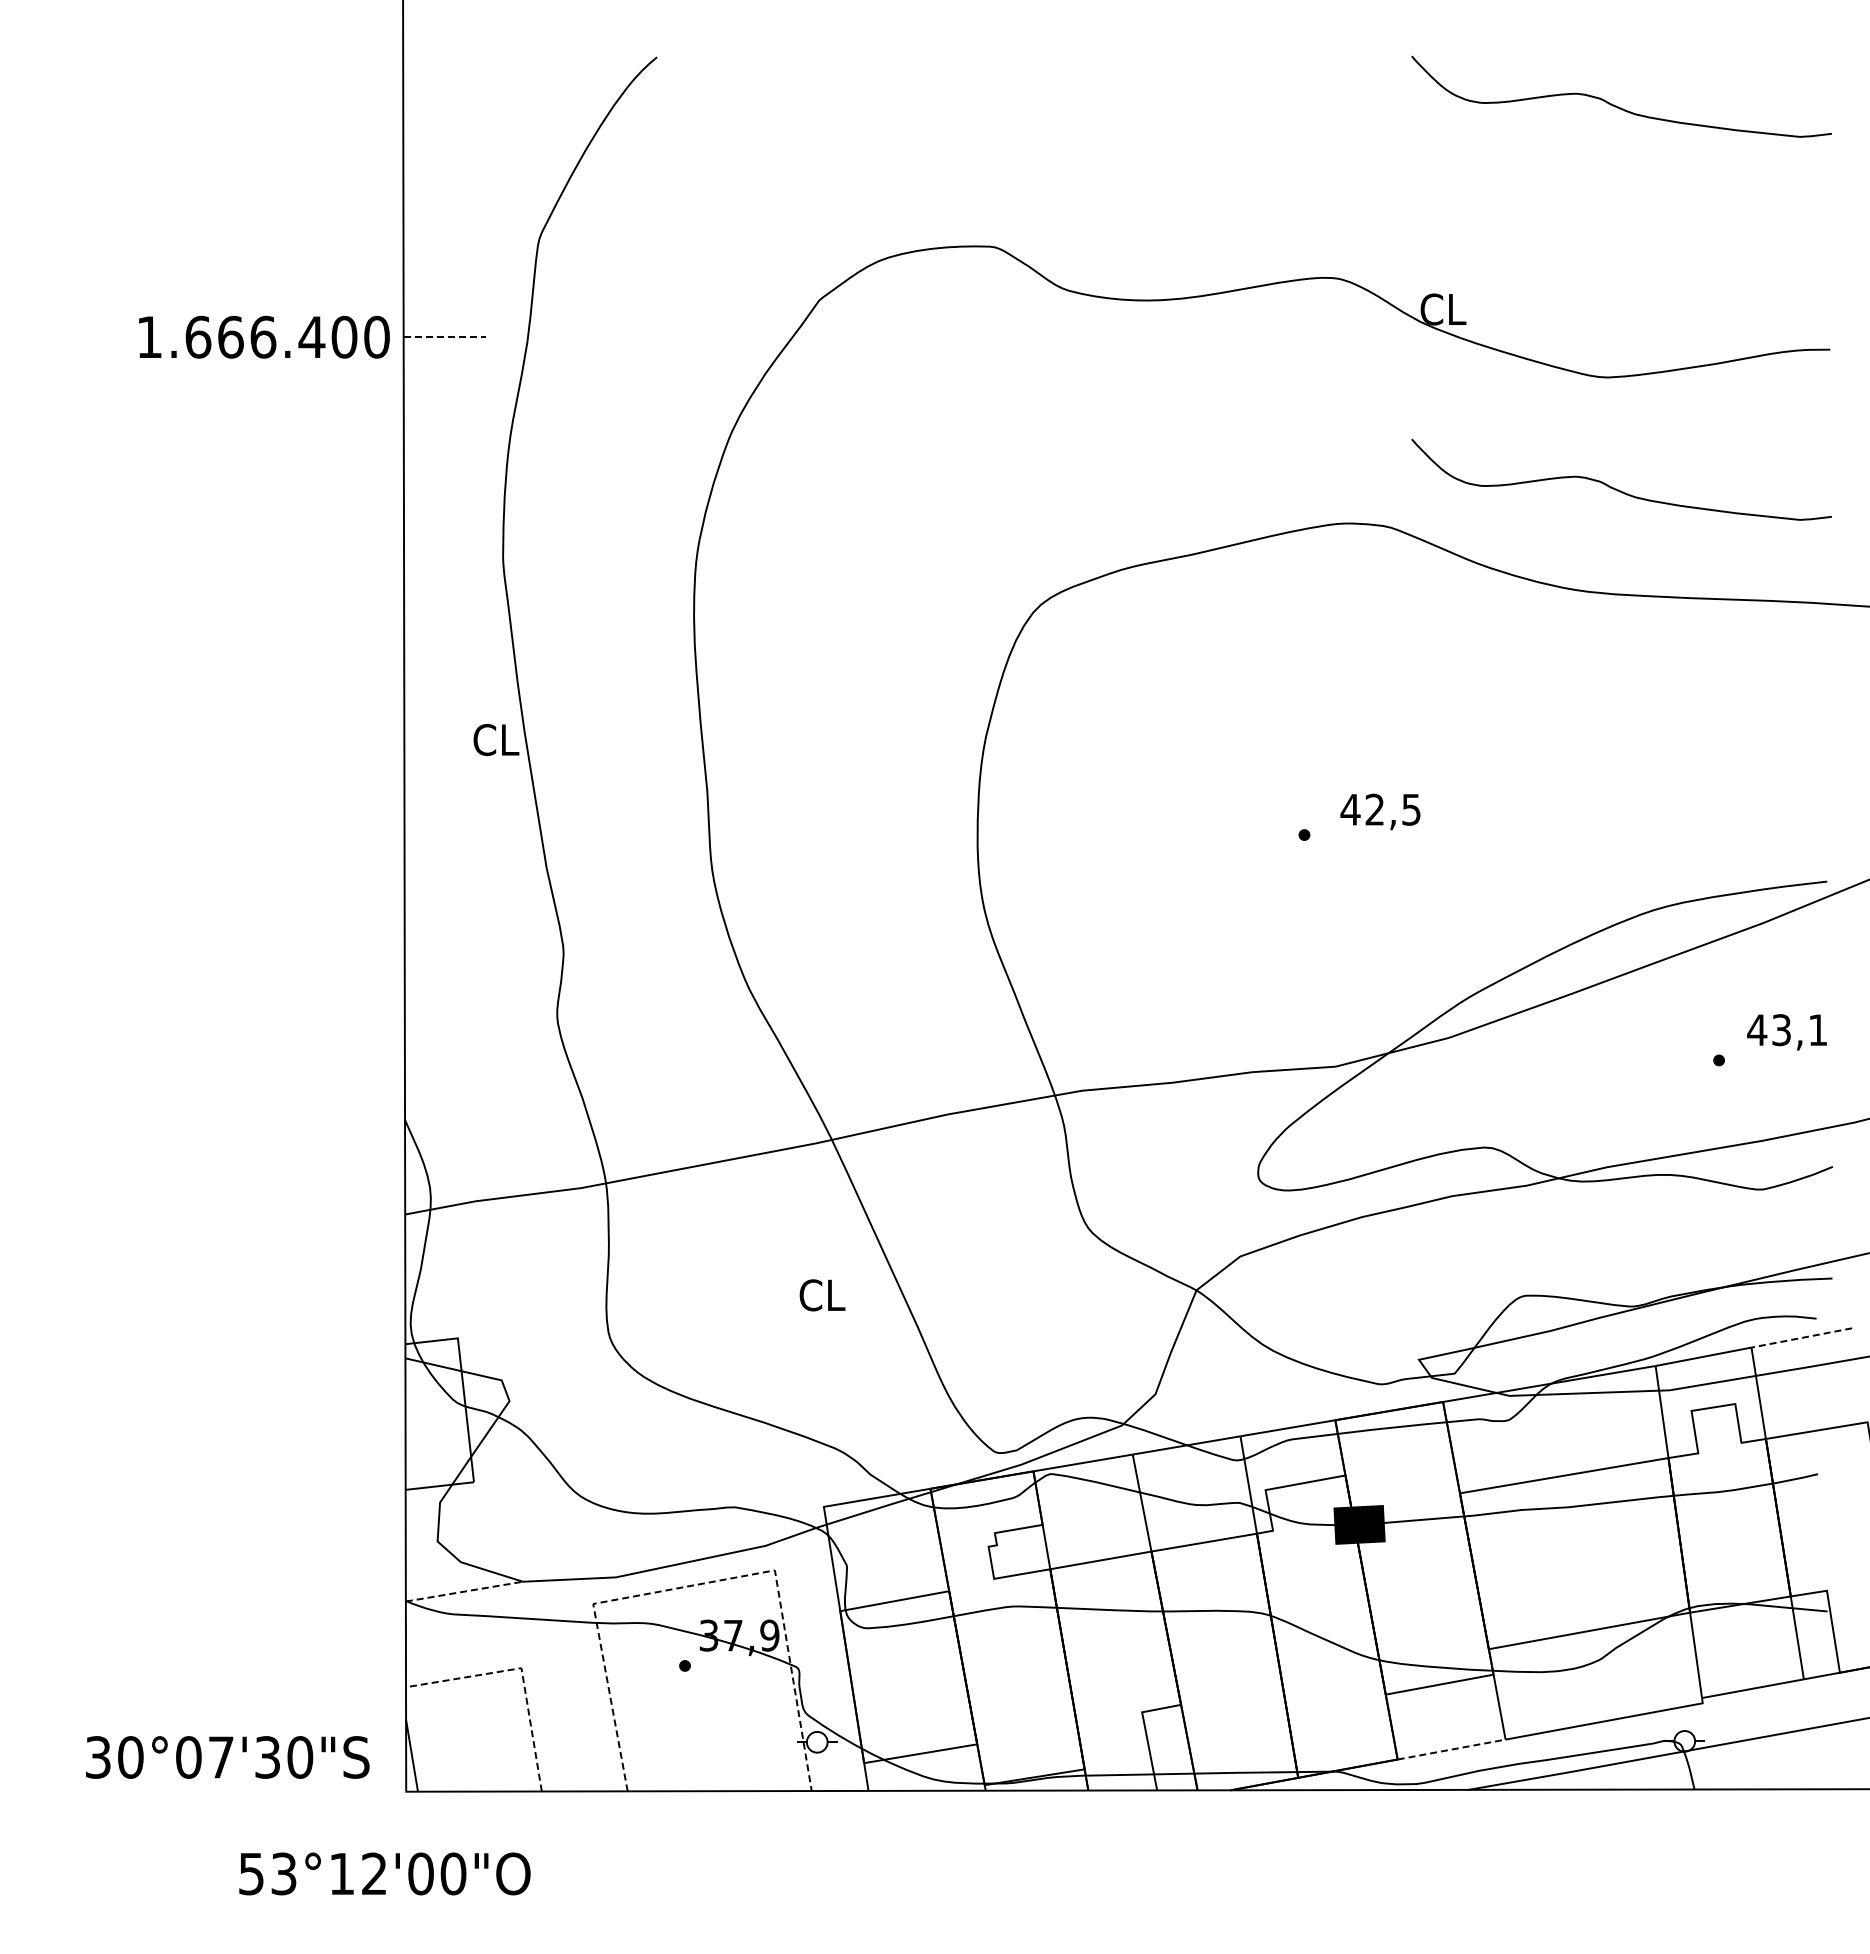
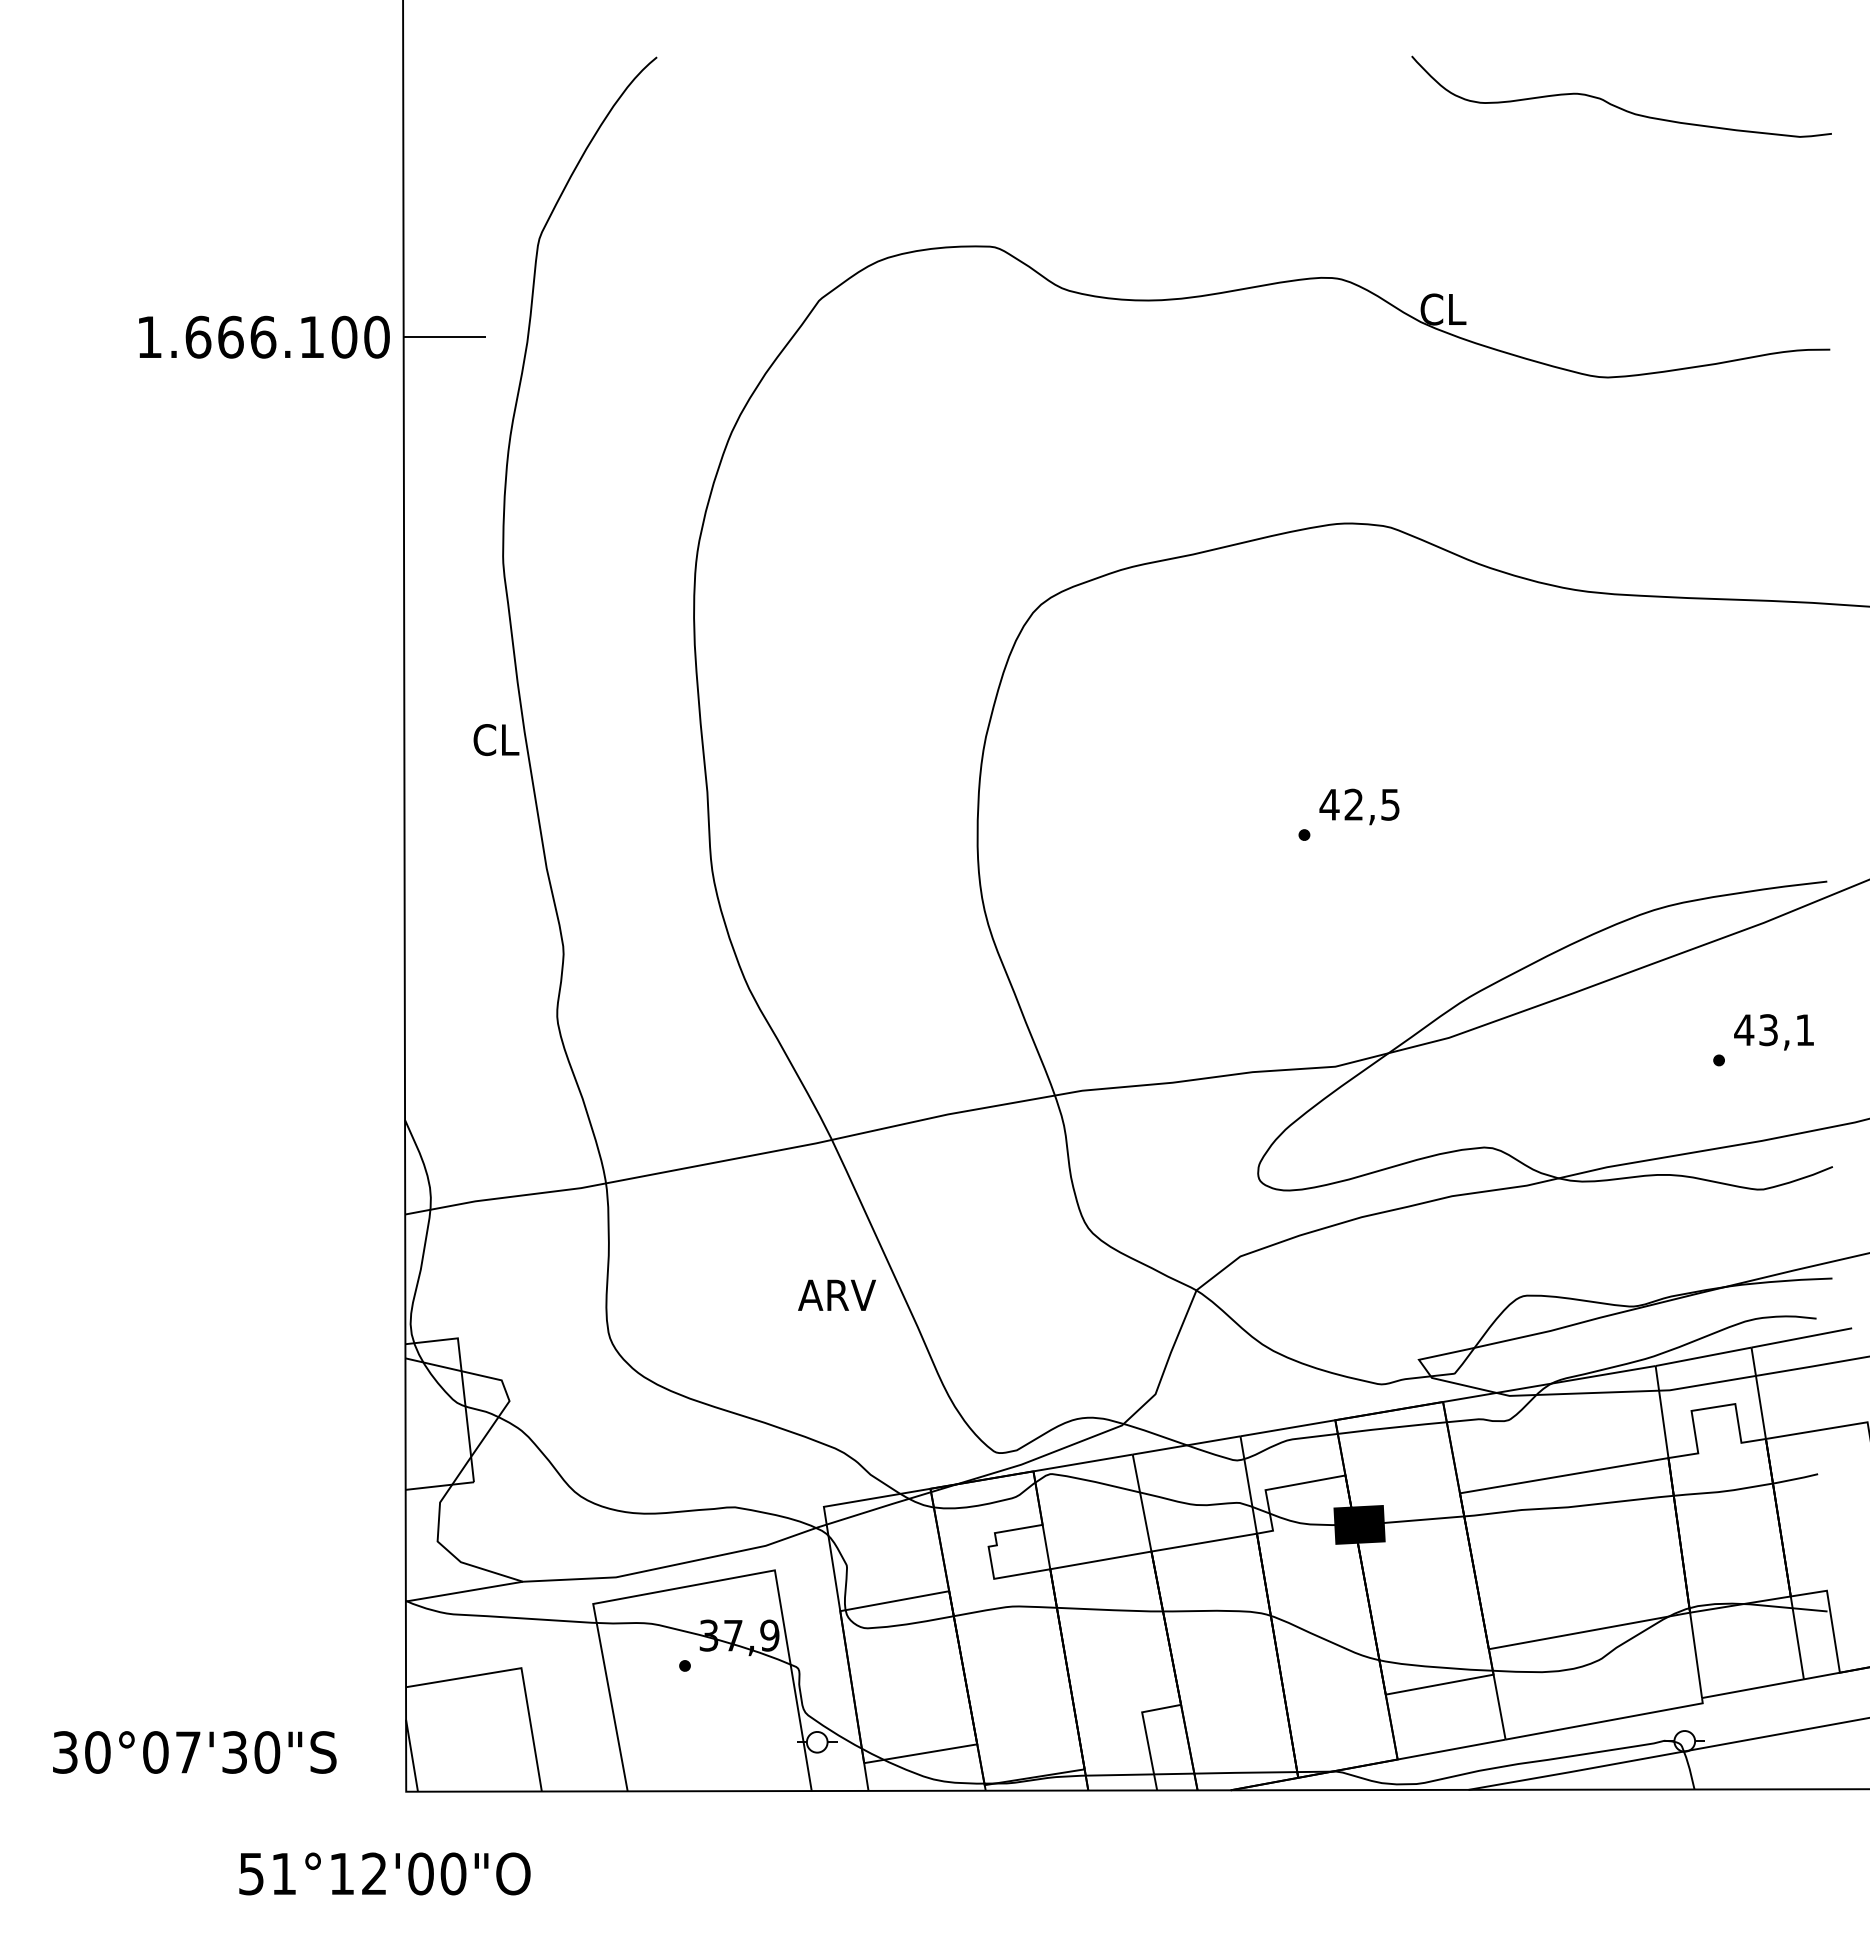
text at (311, 336): 1.666.400 -> 1.666.100
line at (445, 337): dashed -> solid
curve at (1616, 488): present -> none
text at (1380, 811) position: (1380, 811) -> (1359, 806)
text at (1786, 1032) position: (1786, 1032) -> (1773, 1032)
text at (836, 1295): CL -> ARV
line at (1801, 1338): dashed -> solid
line at (700, 1584): dashed -> solid
line at (464, 1591): dashed -> solid
line at (522, 1672): dashed -> solid
line at (1451, 1749): dashed -> solid
text at (227, 1757) position: (227, 1757) -> (194, 1752)
text at (283, 1873): 53°12'00"O -> 51°12'00"O
